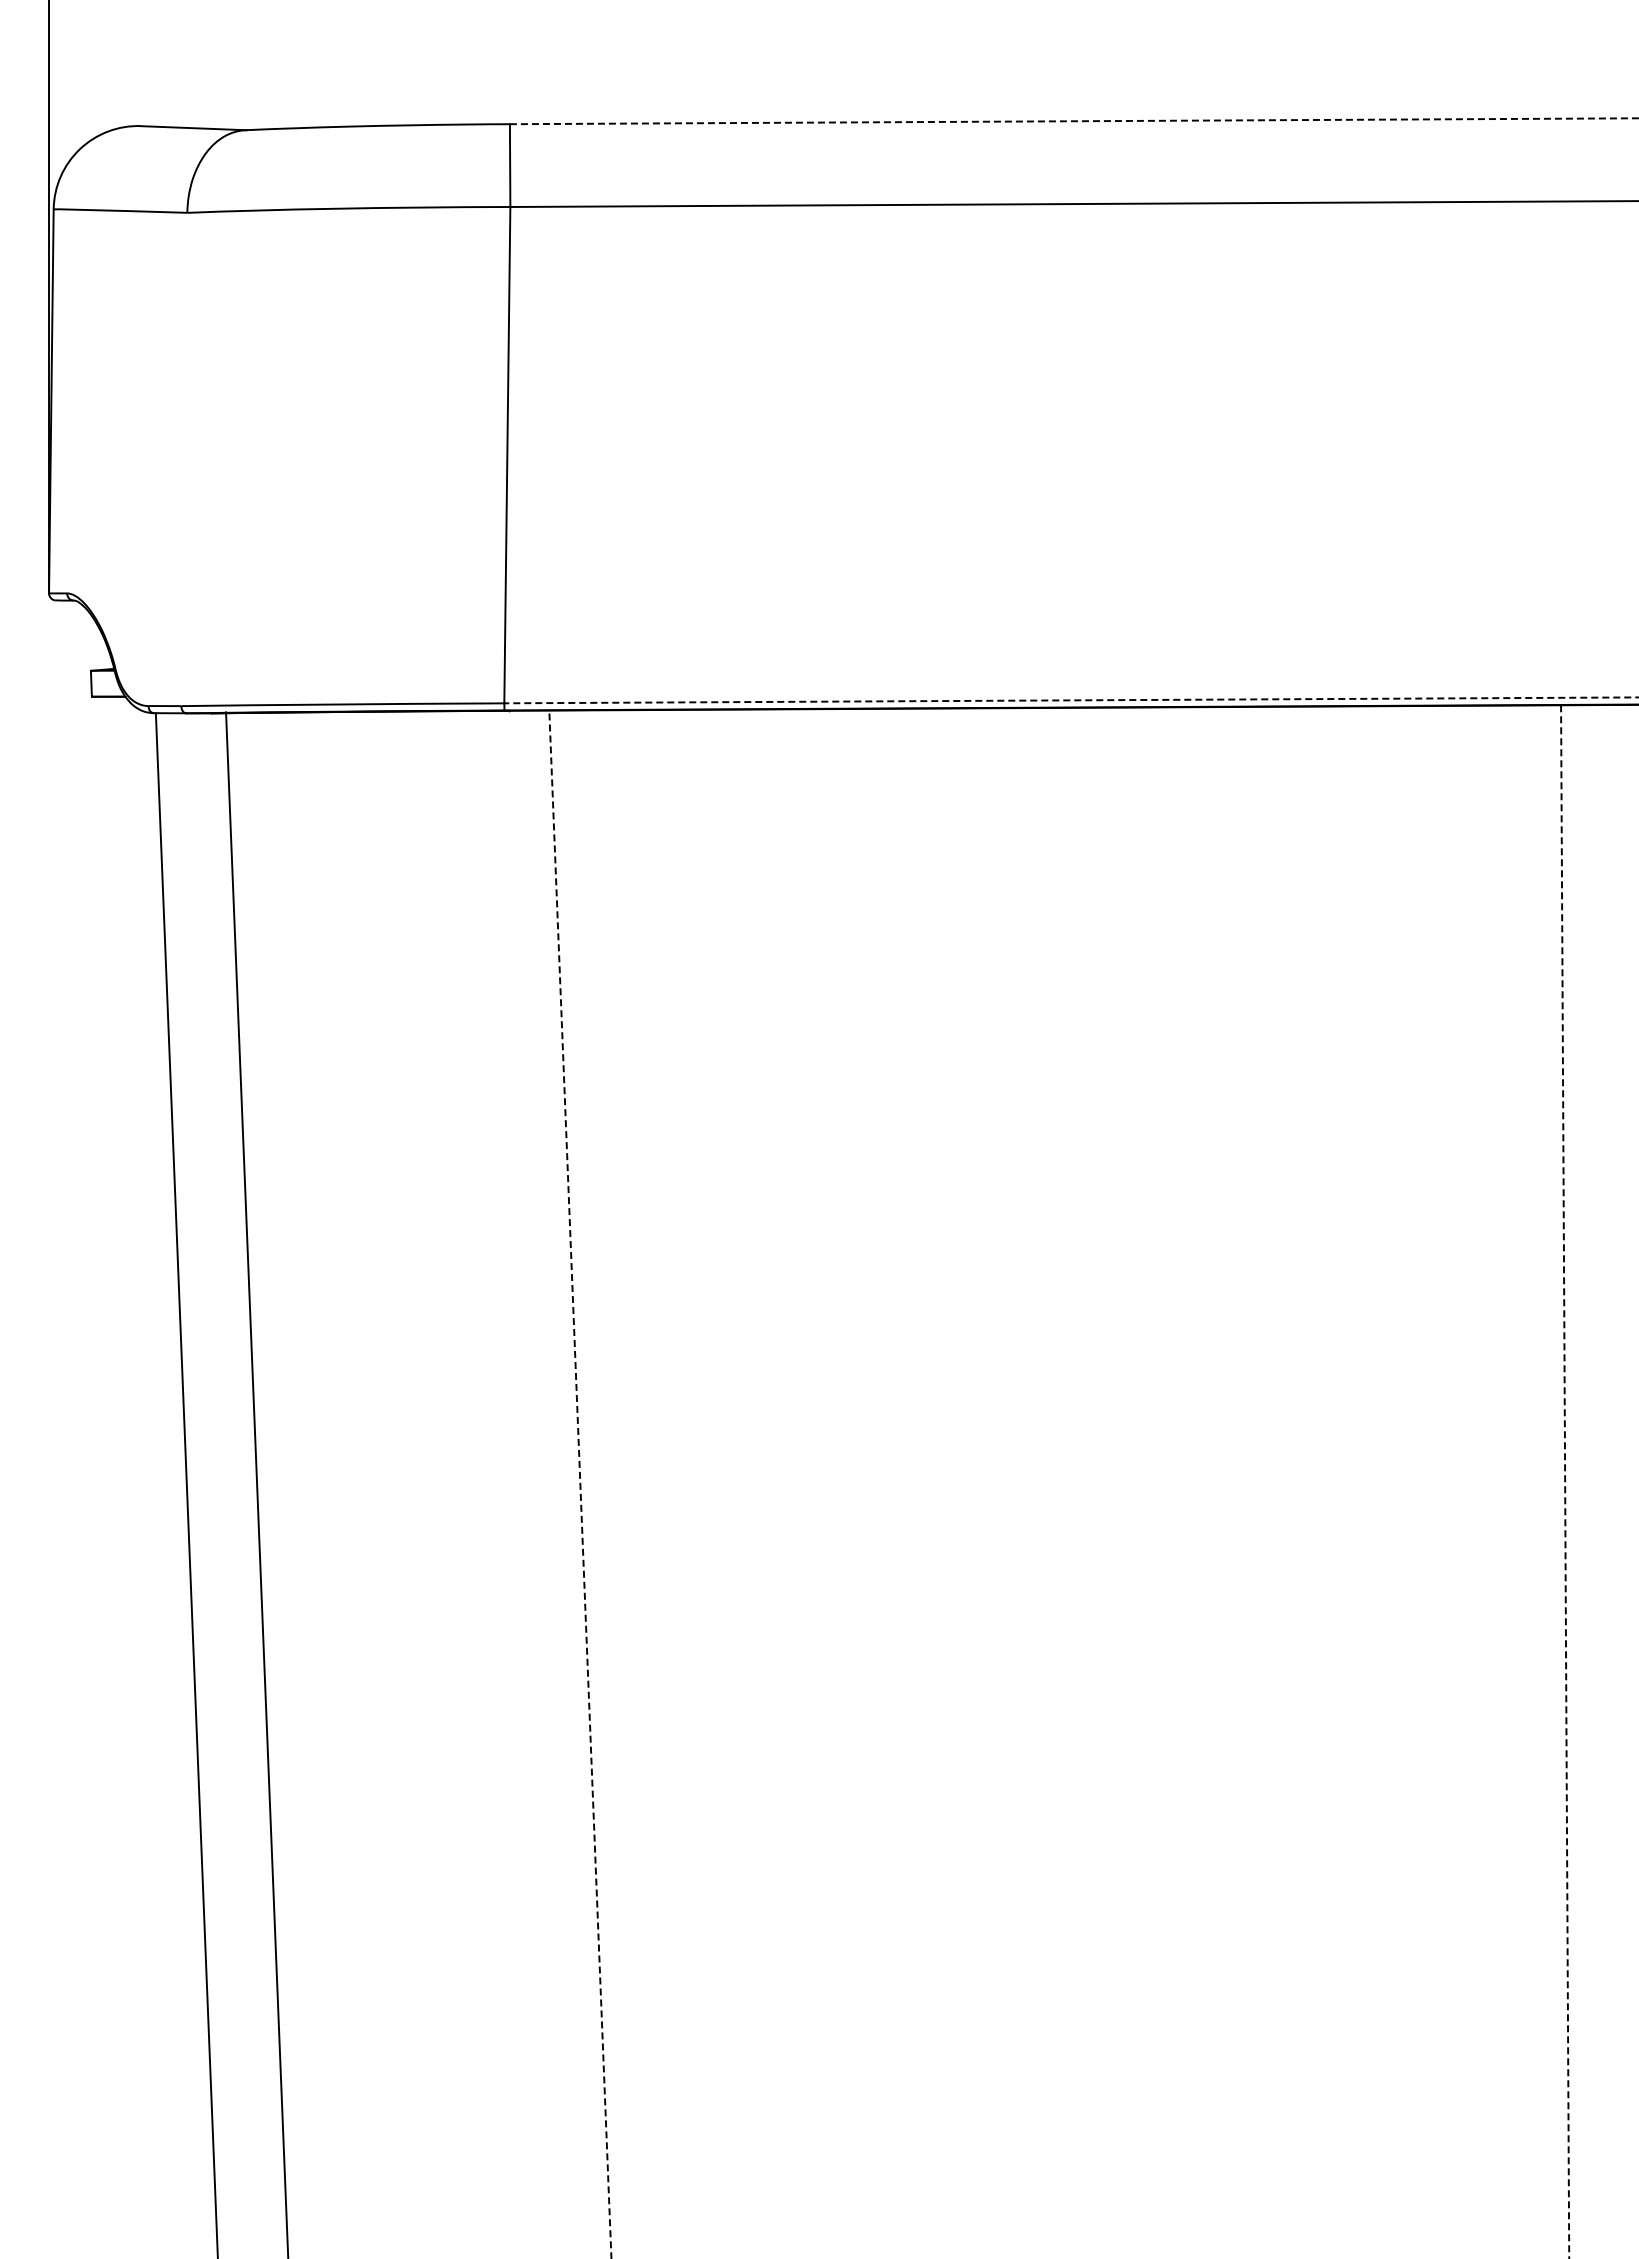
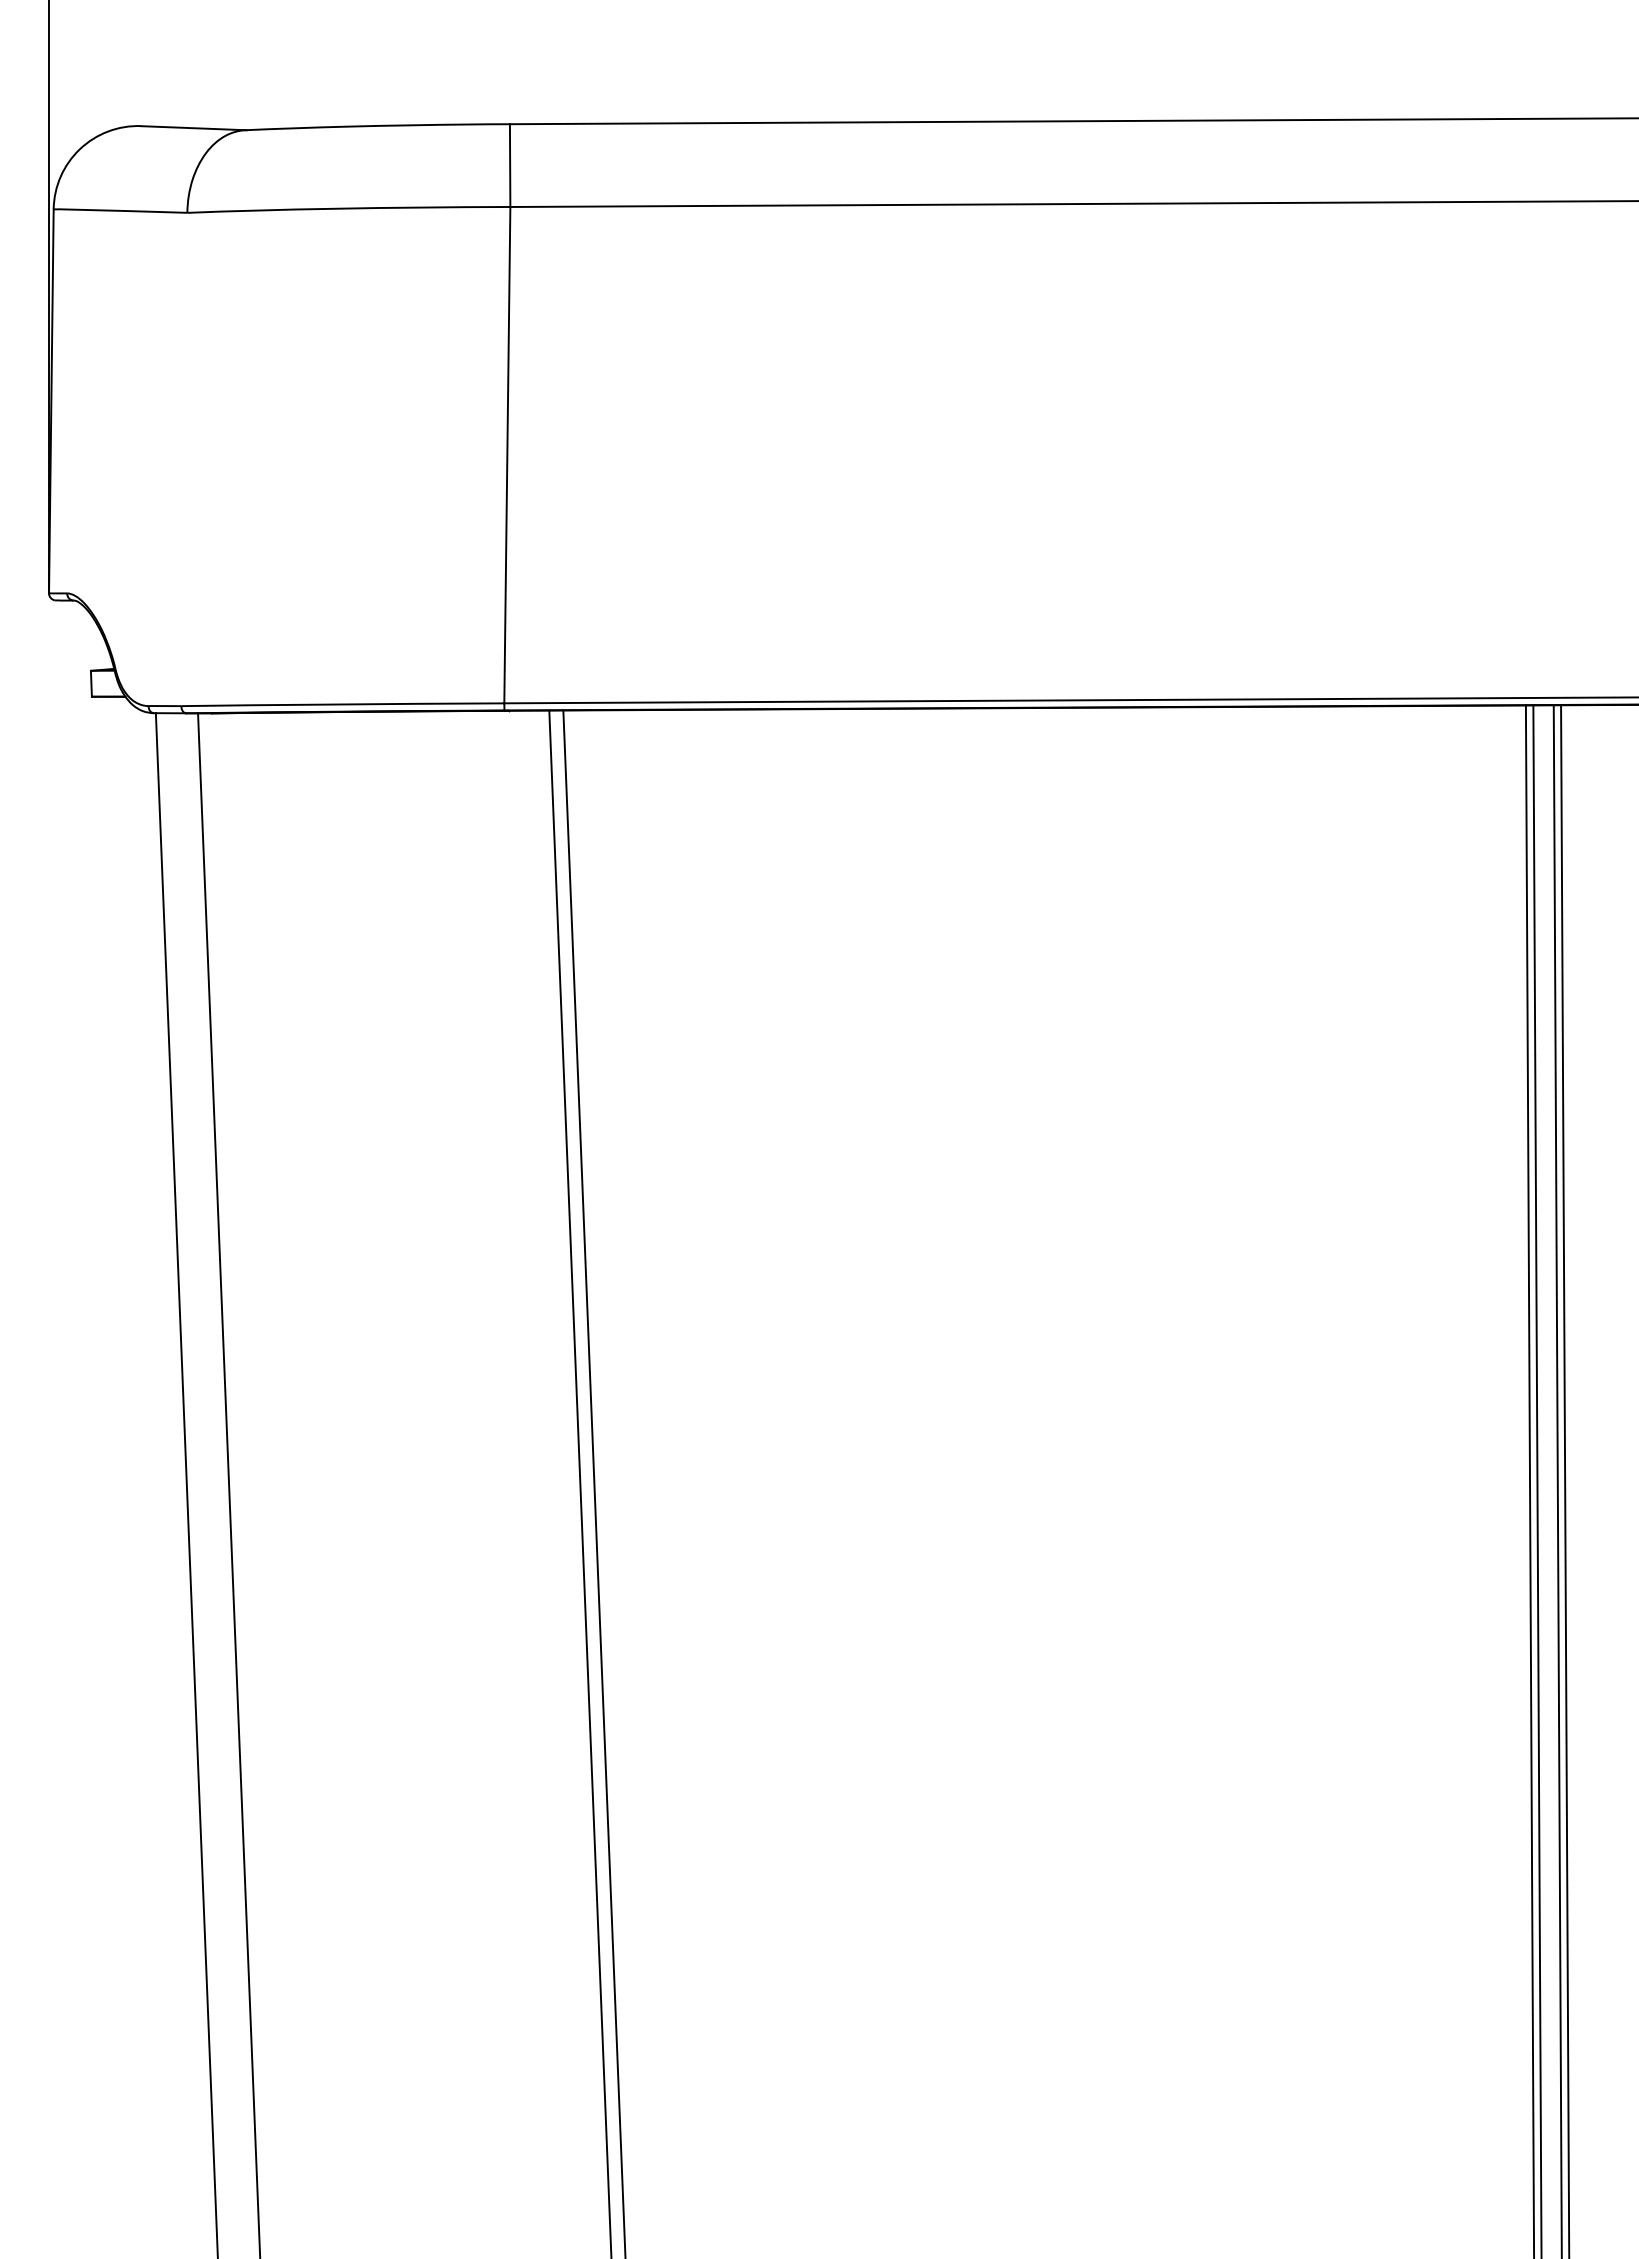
line at (1074, 121): dashed -> solid
line at (1071, 700): dashed -> solid
line at (1529, 1480): none -> present
line at (1537, 1480): none -> present
line at (1557, 1480): none -> present
line at (594, 1482): none -> present
line at (1565, 1482): dashed -> solid
line at (257, 1483) position: (257, 1483) -> (229, 1484)
line at (580, 1484): dashed -> solid
